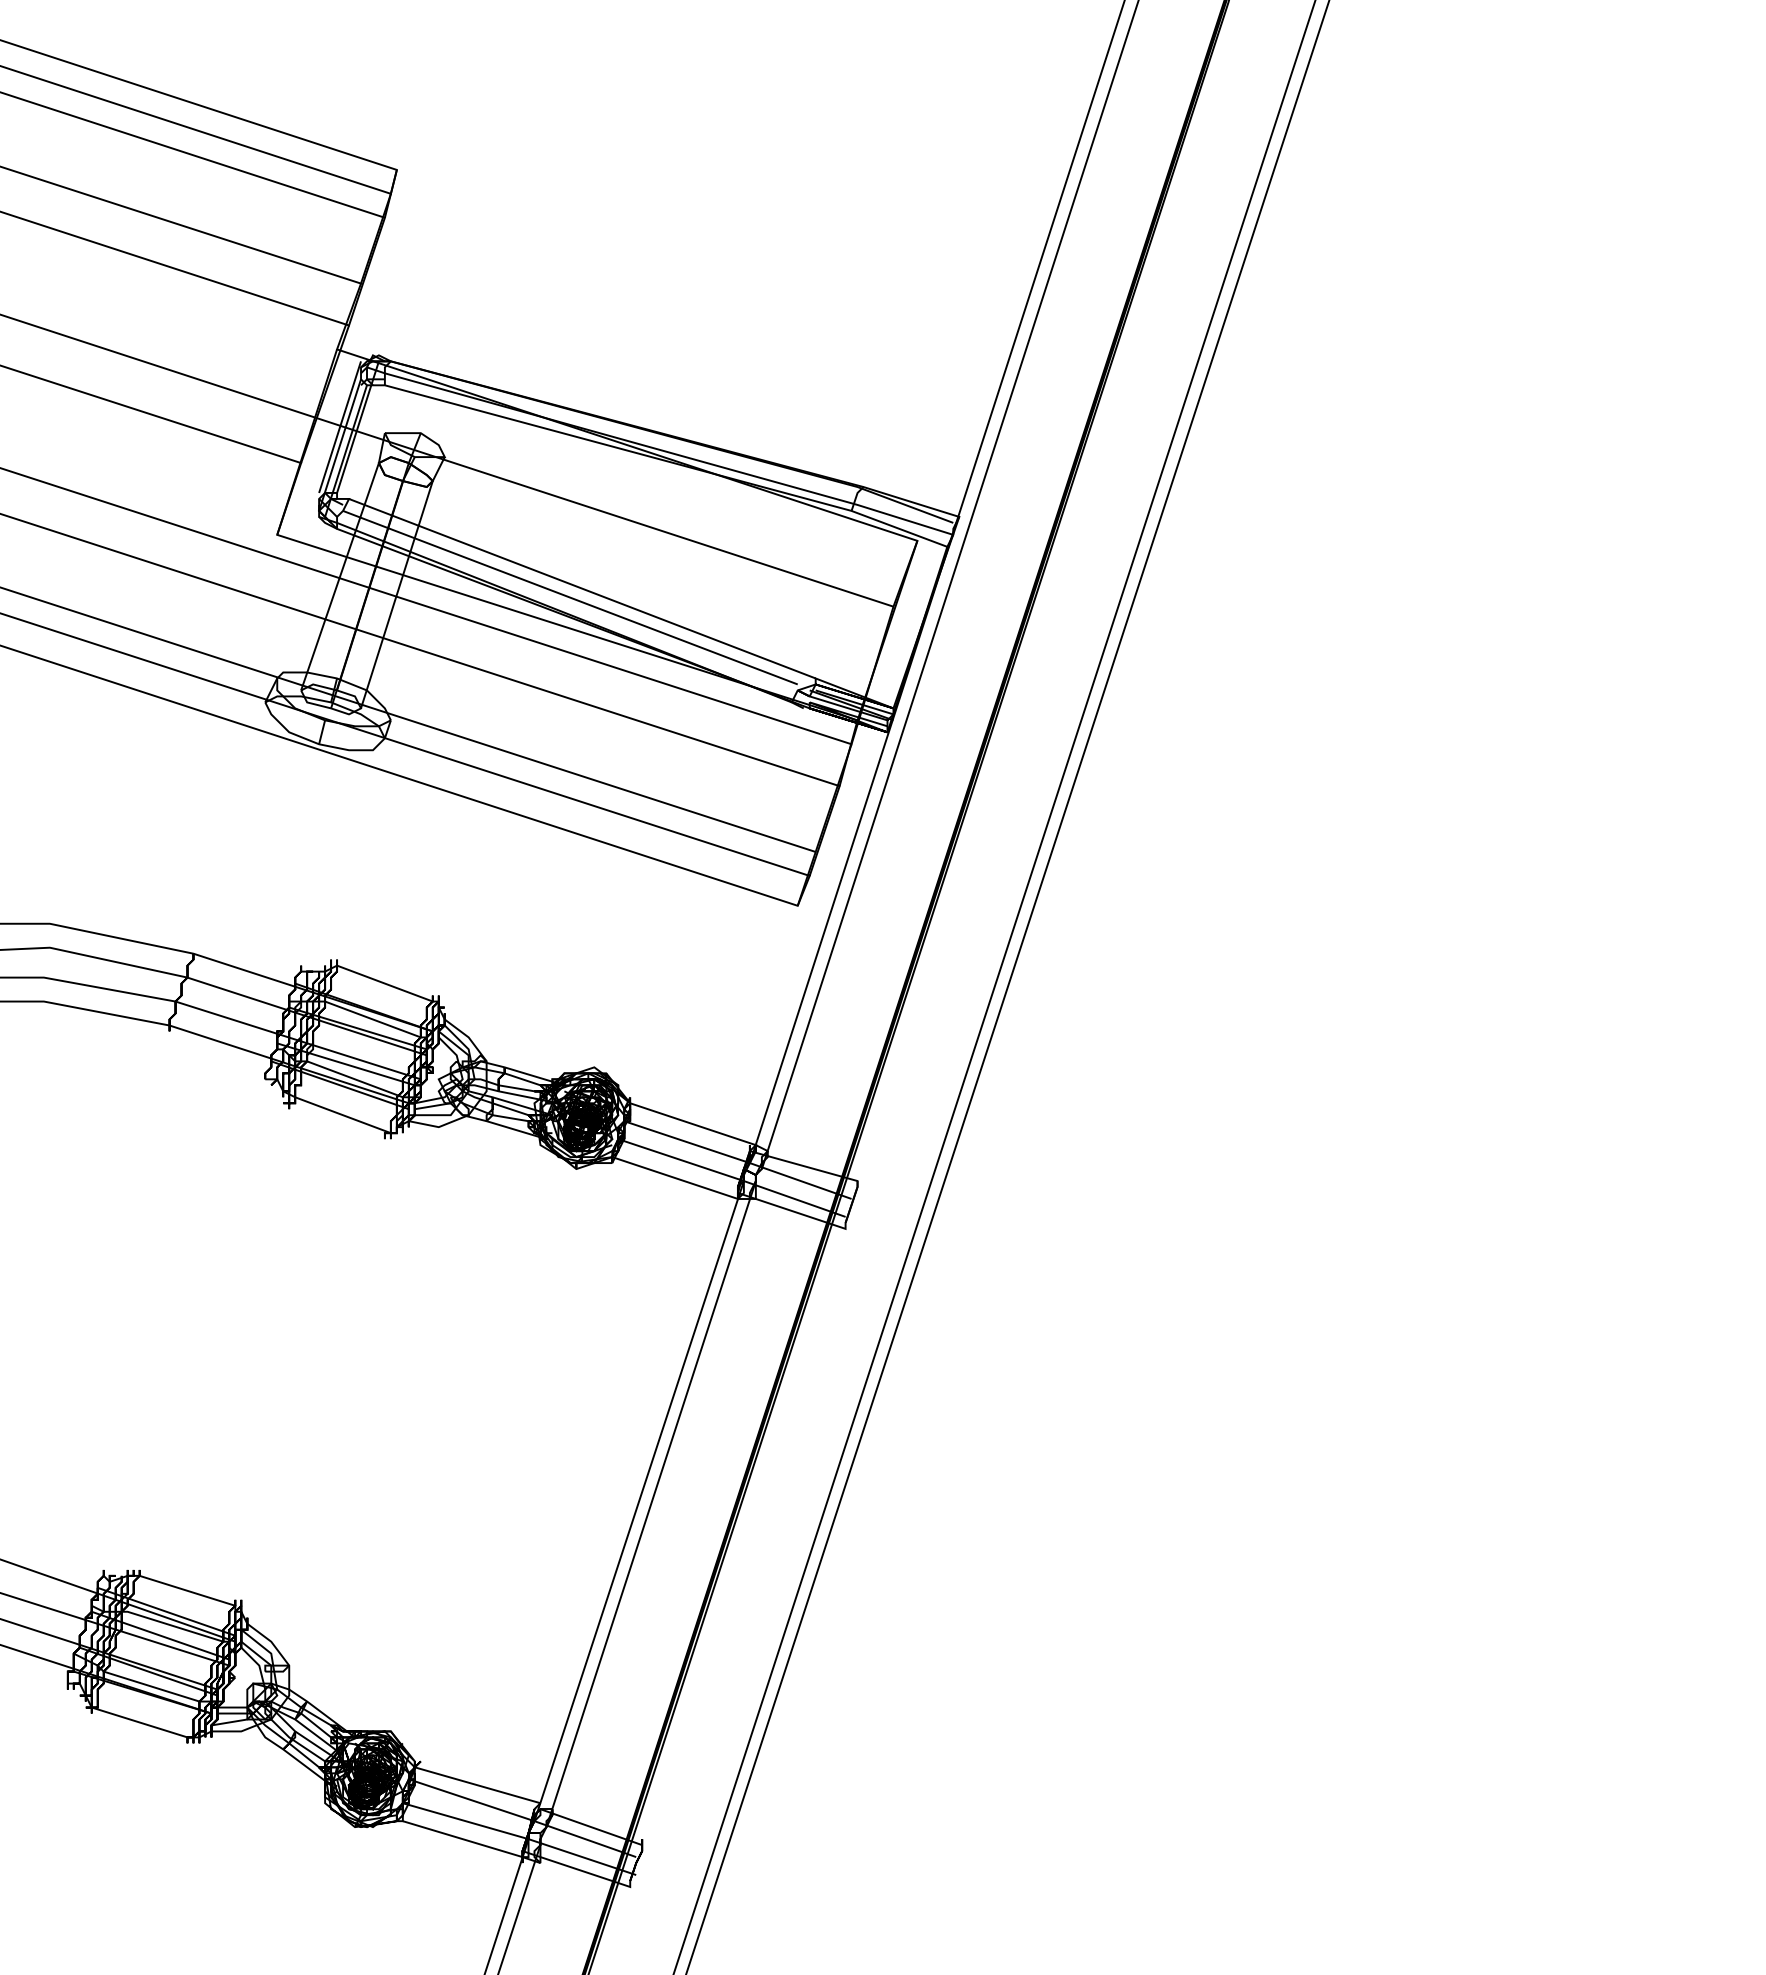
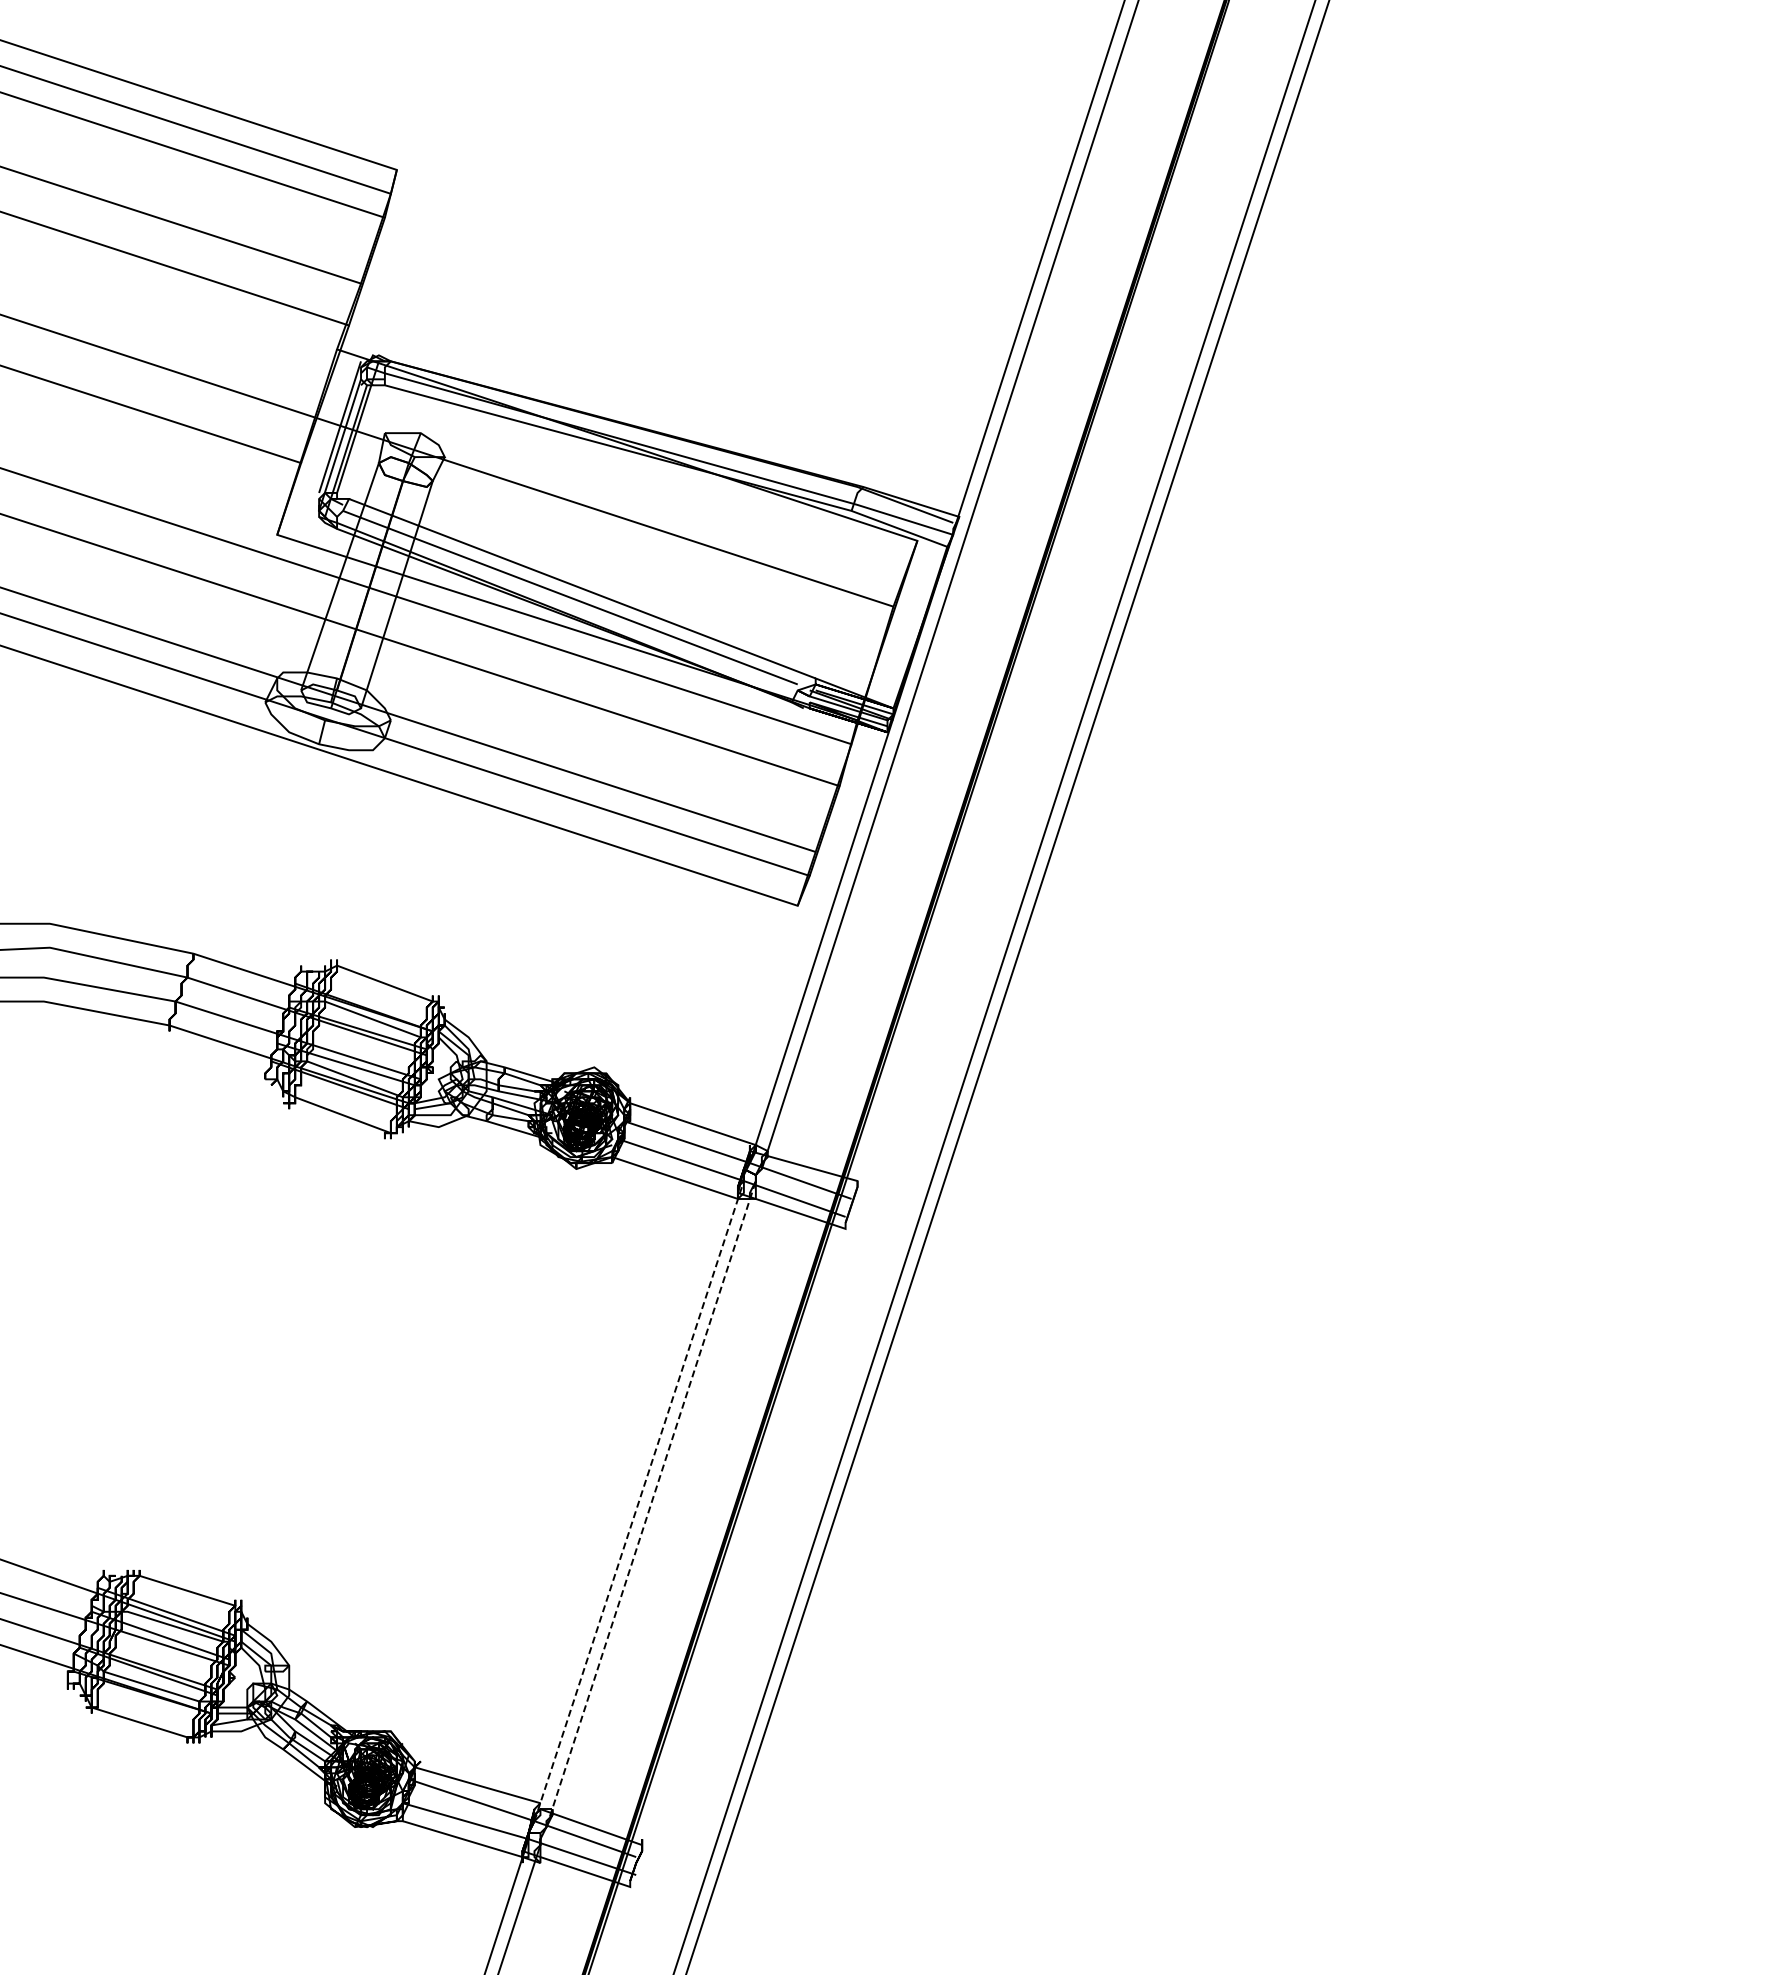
line at (639, 1501): solid -> dashed
line at (651, 1504): solid -> dashed
